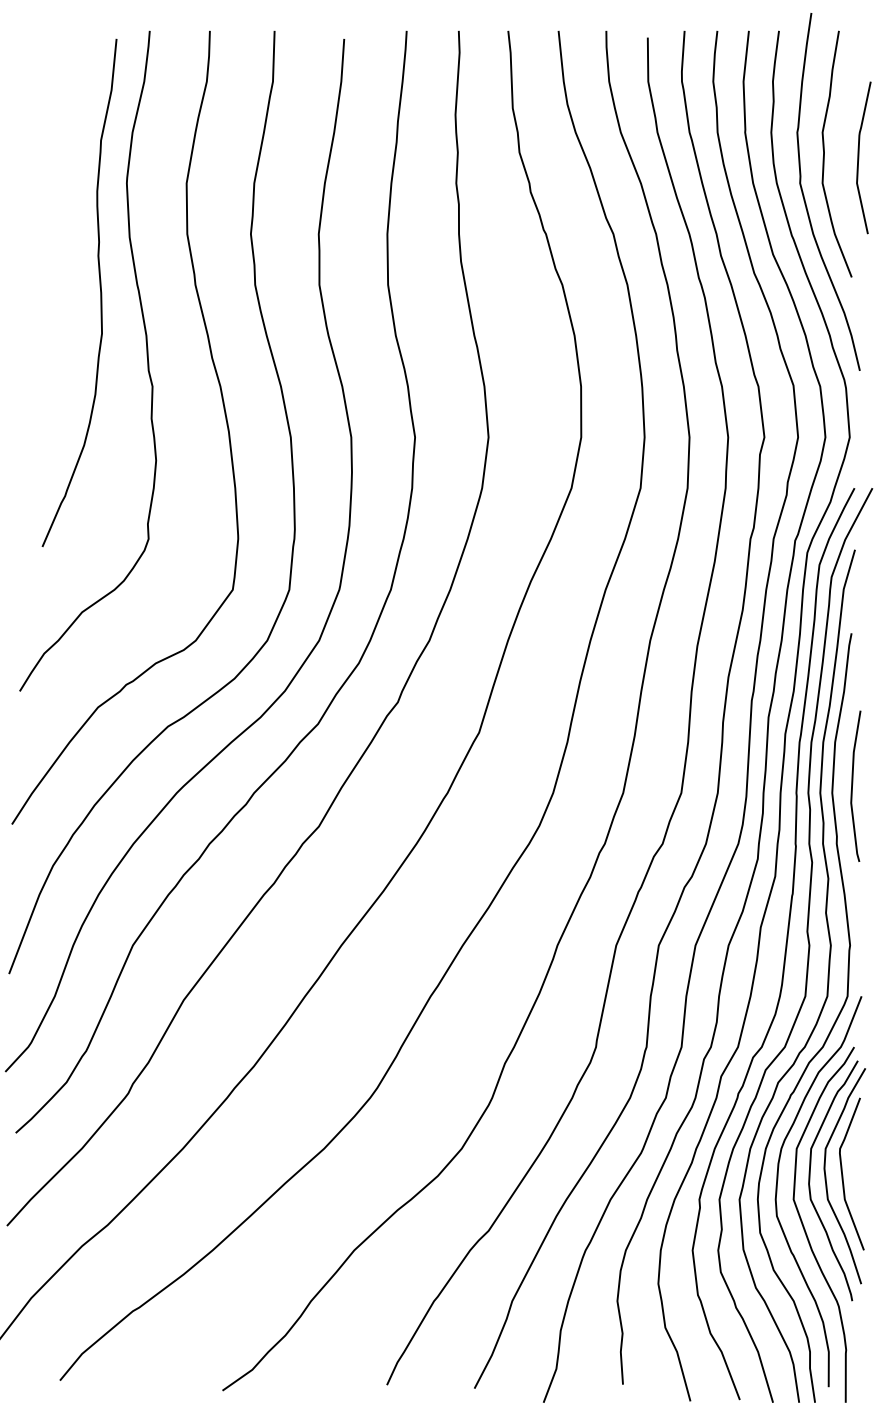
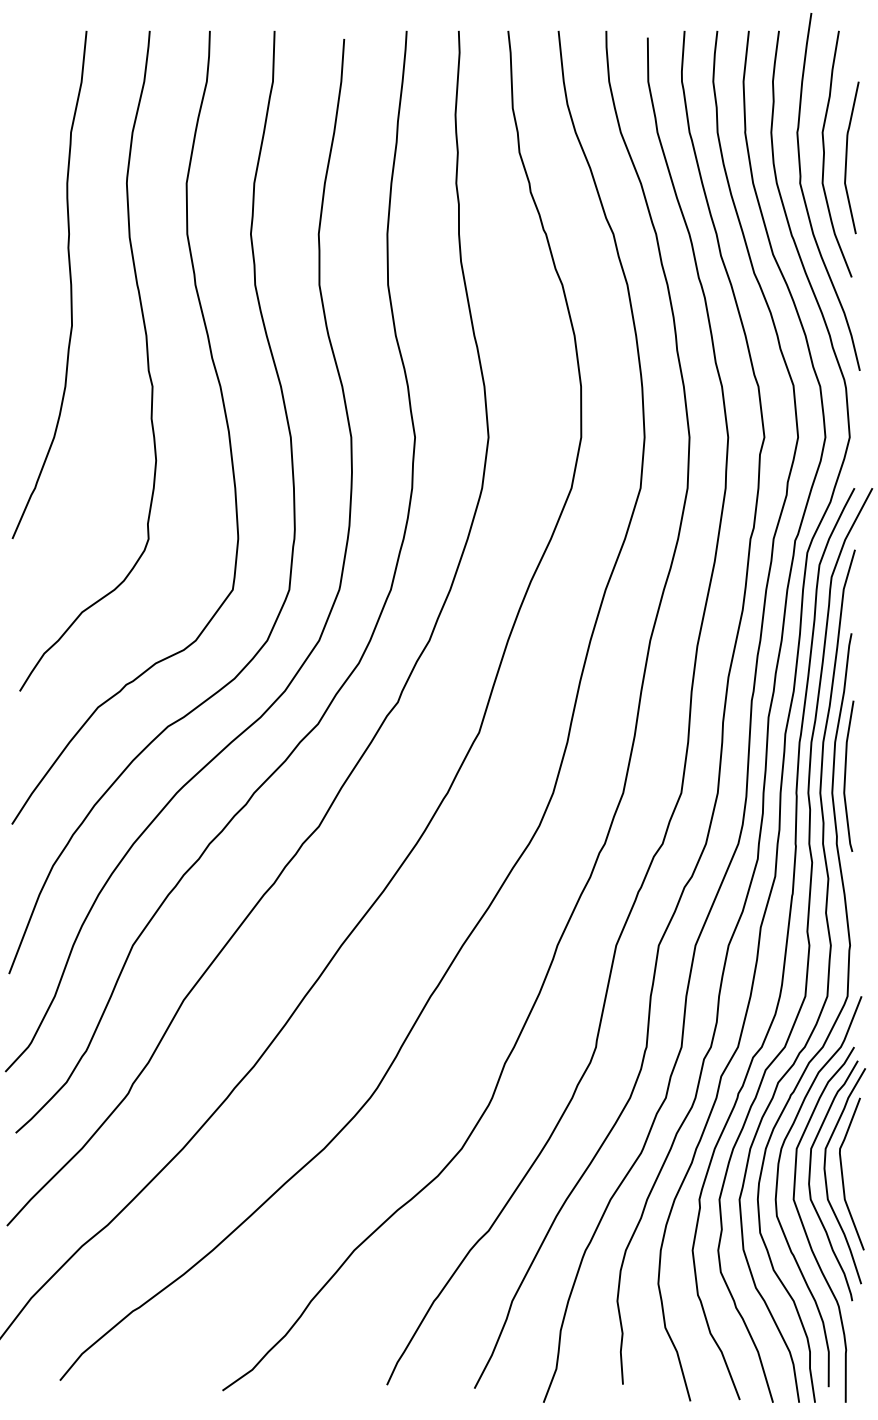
curve at (859, 157) position: (859, 157) -> (847, 157)
curve at (99, 287) position: (99, 287) -> (69, 279)
line at (853, 784) position: (853, 784) -> (846, 774)
